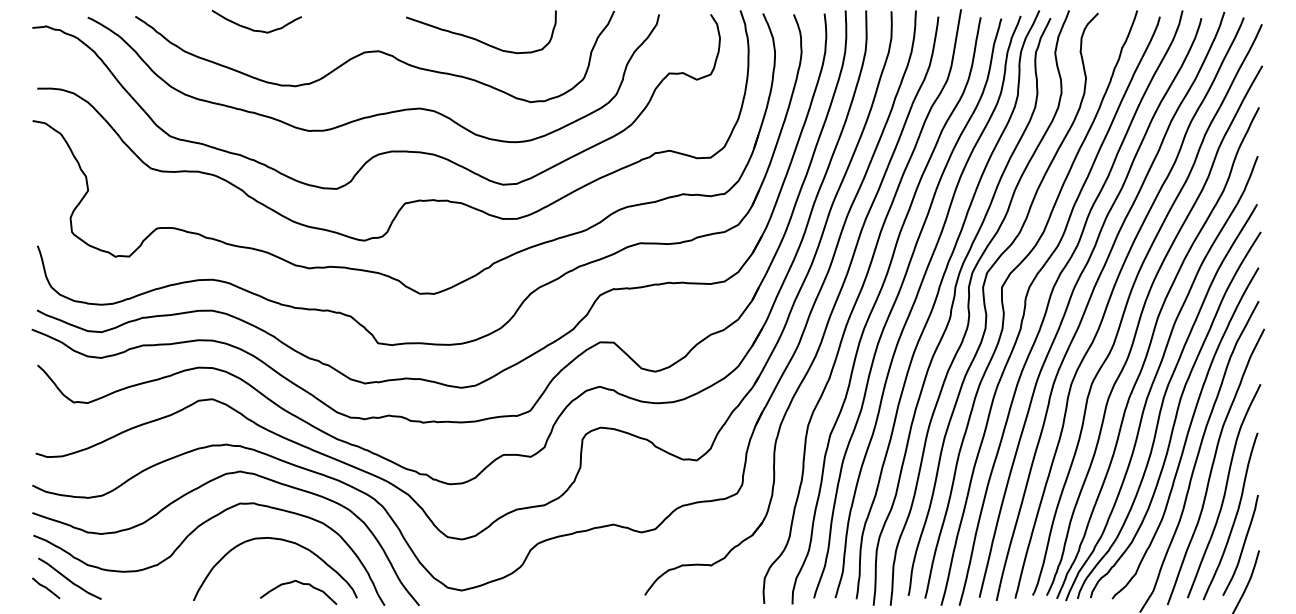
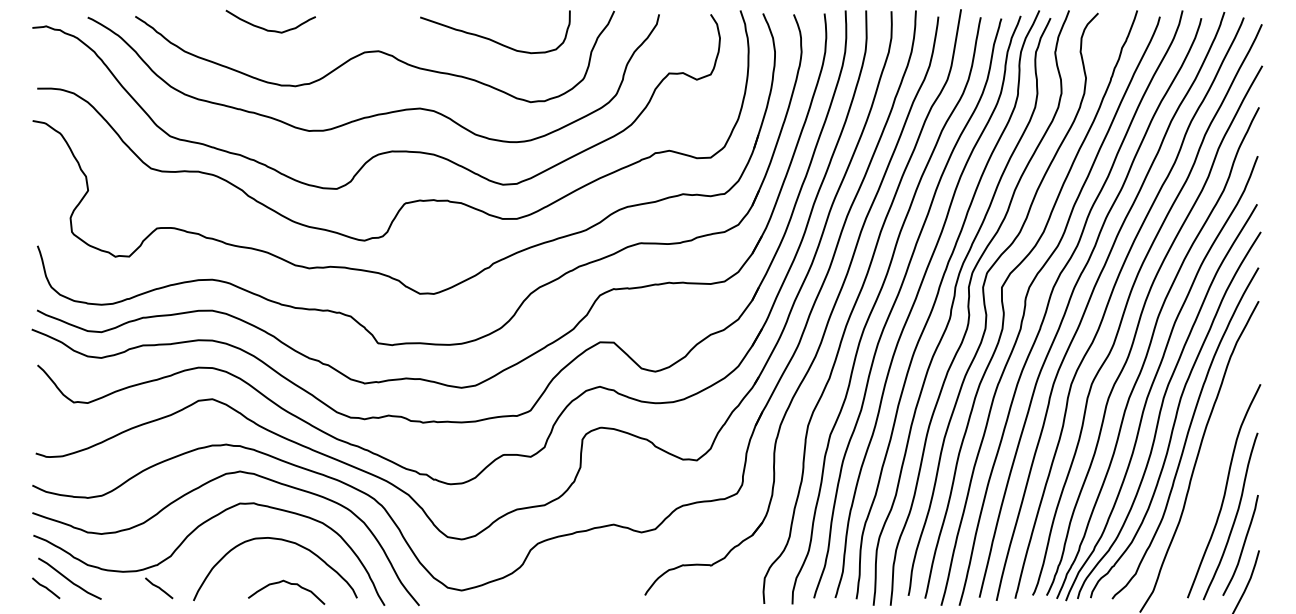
curve at (254, 29) position: (254, 29) -> (268, 29)
curve at (478, 39) position: (478, 39) -> (492, 39)
curve at (1213, 466): present -> none
curve at (301, 584) position: (301, 584) -> (289, 584)
line at (159, 588): none -> present
